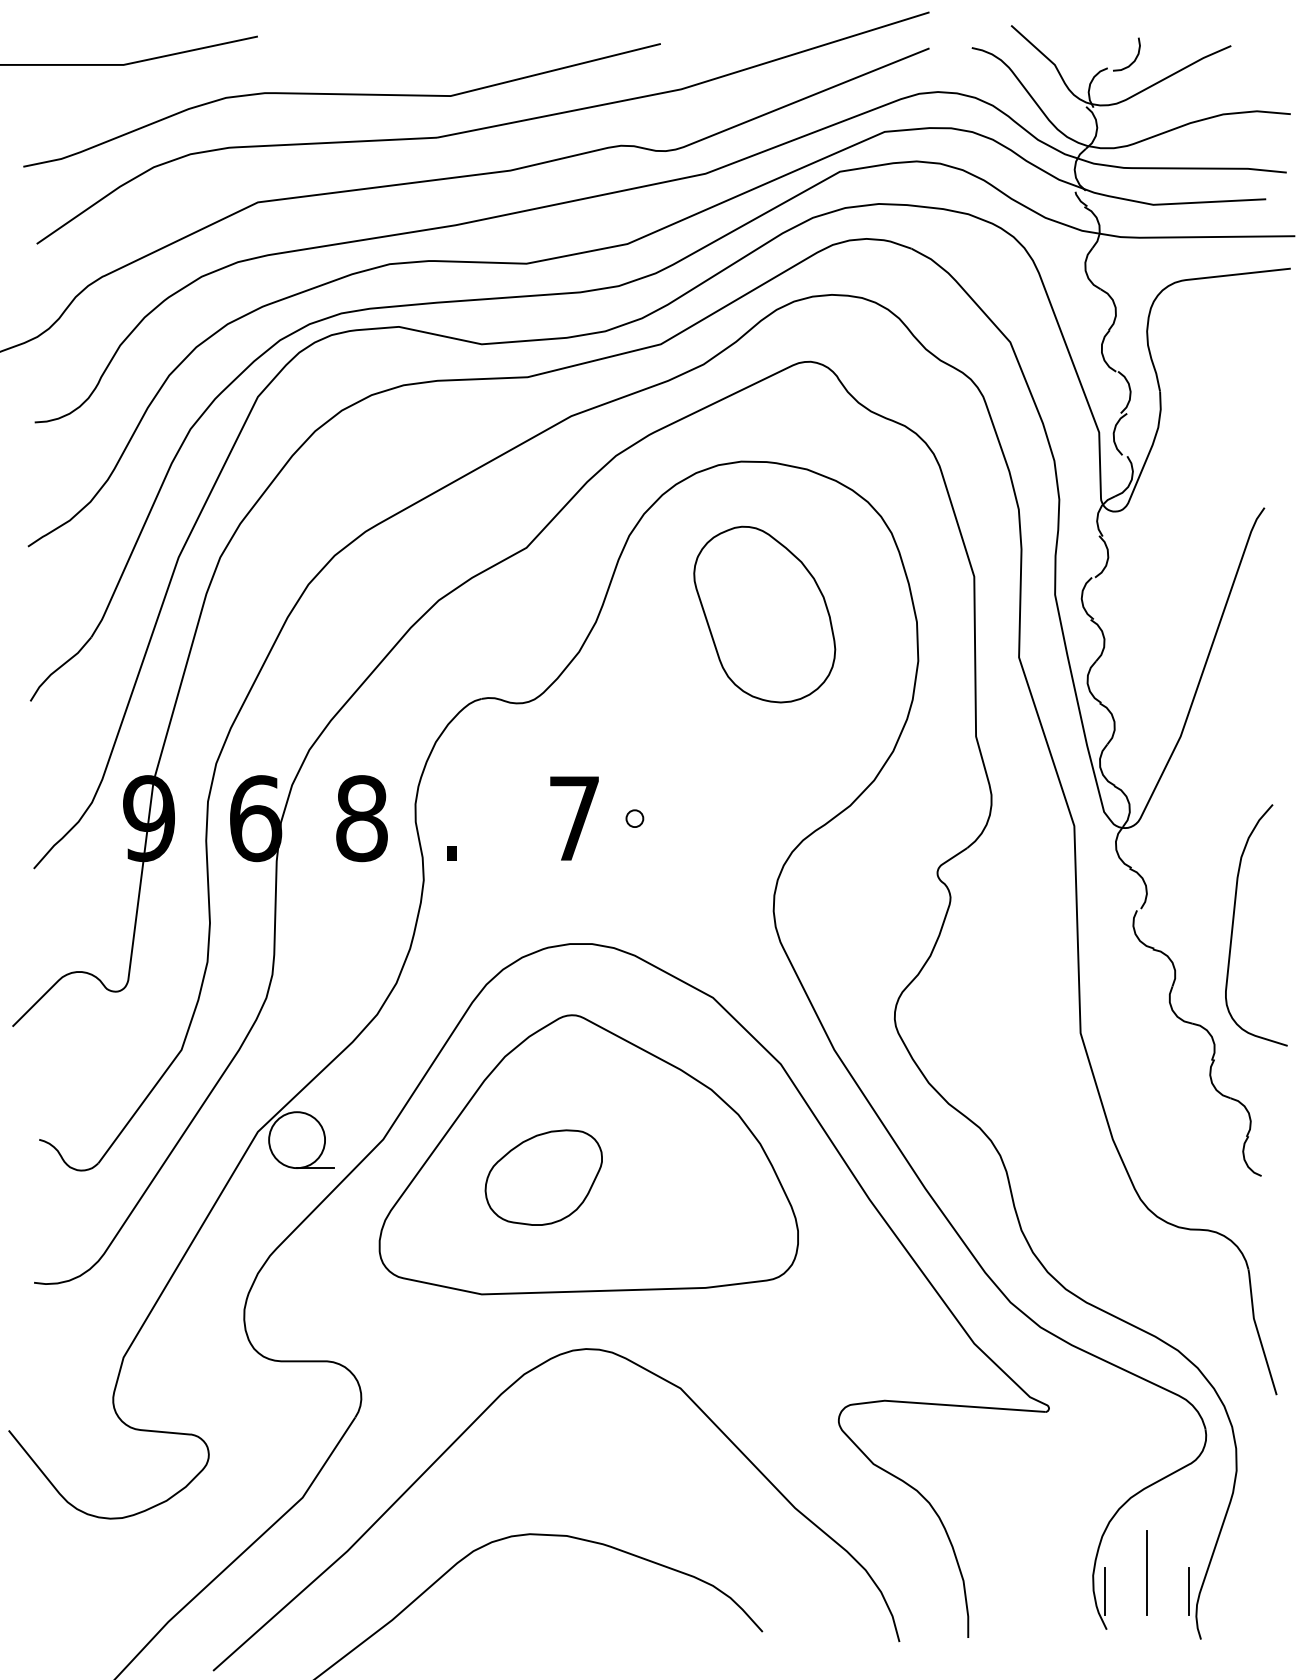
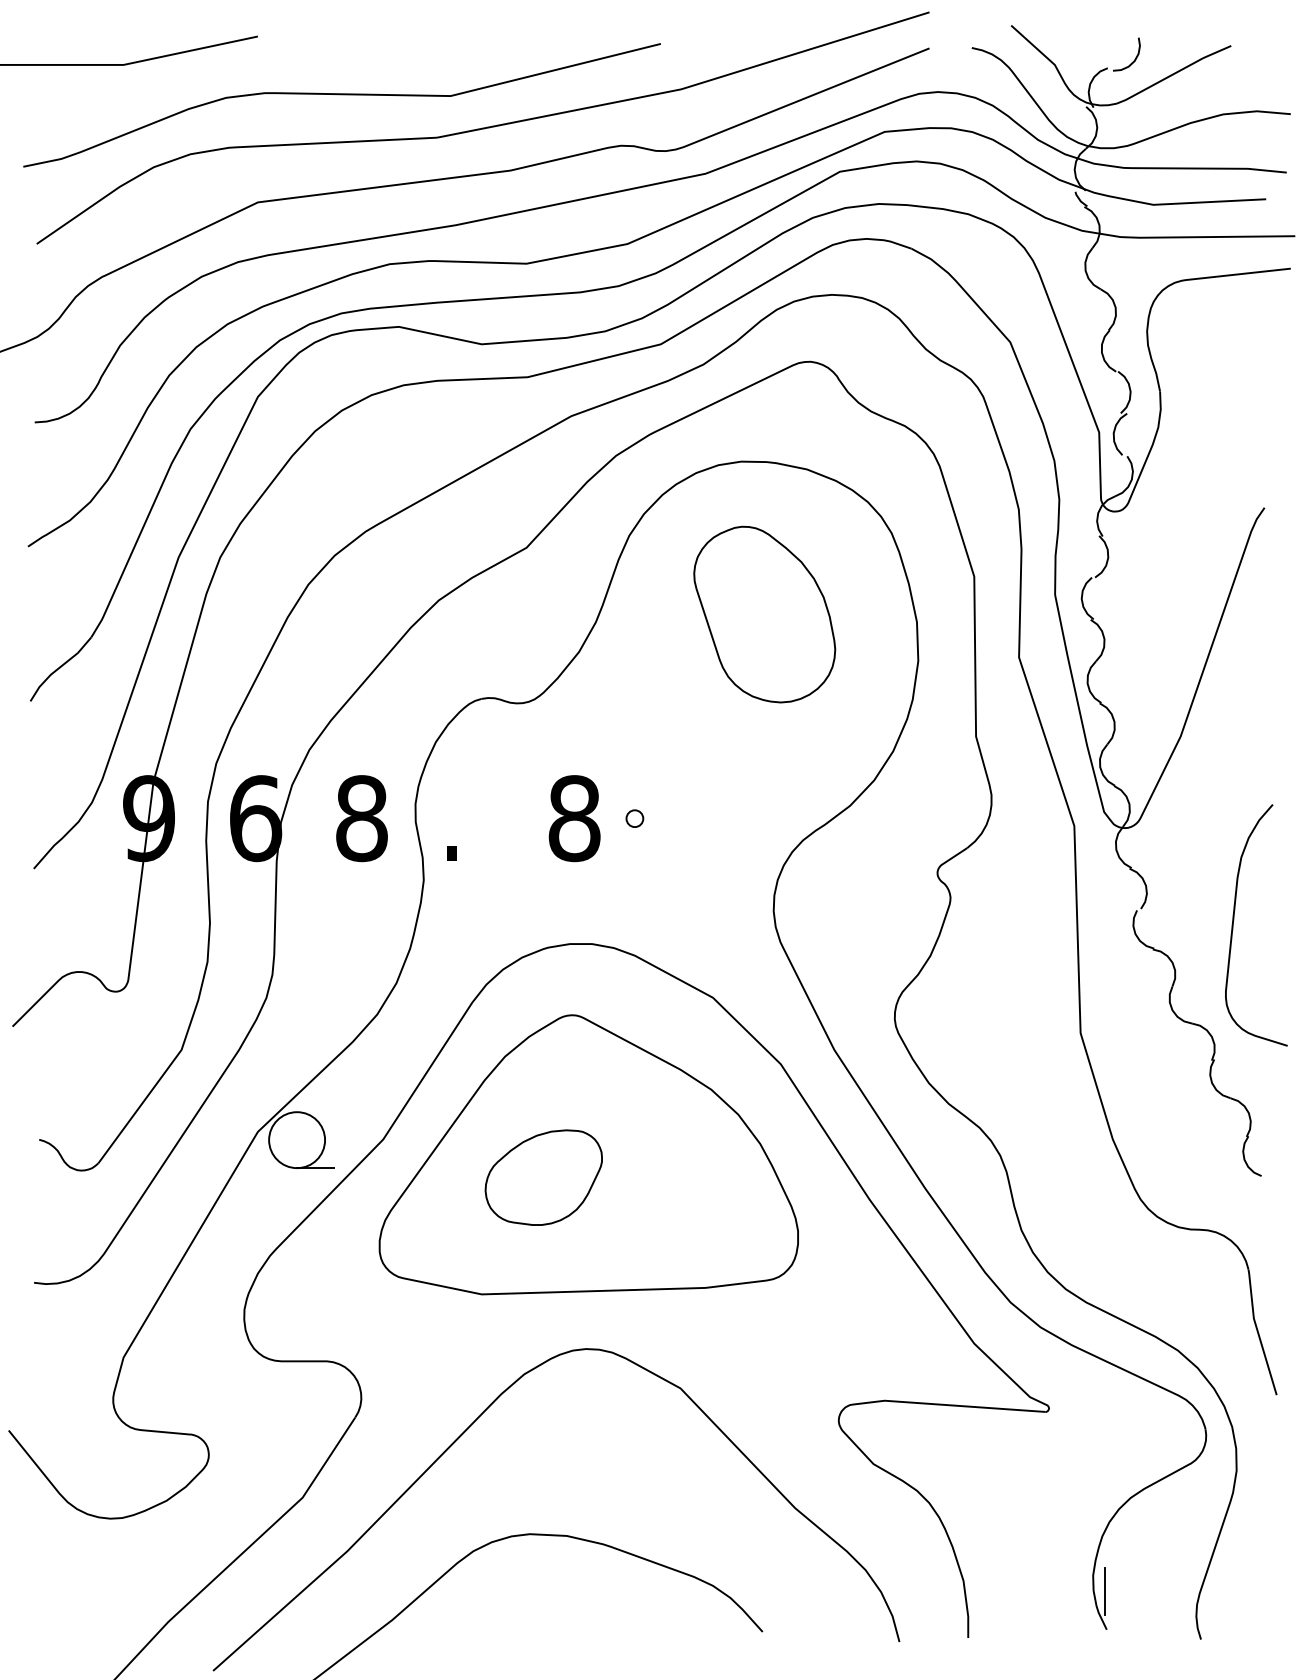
text at (574, 818): 7 -> 8
line at (1146, 1573): present -> none
line at (1188, 1591): present -> none
